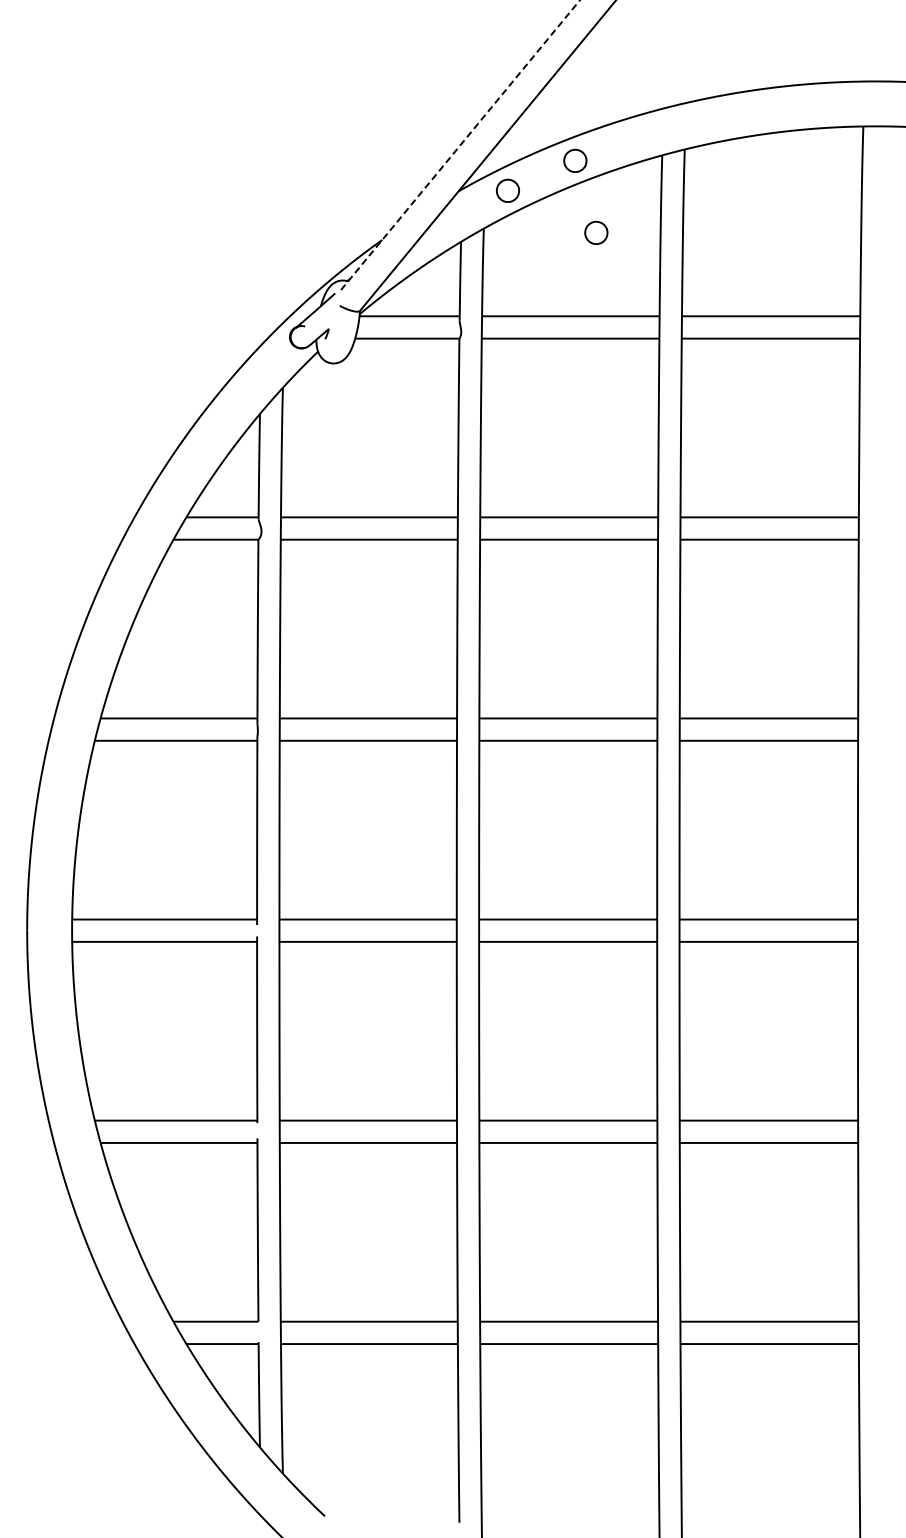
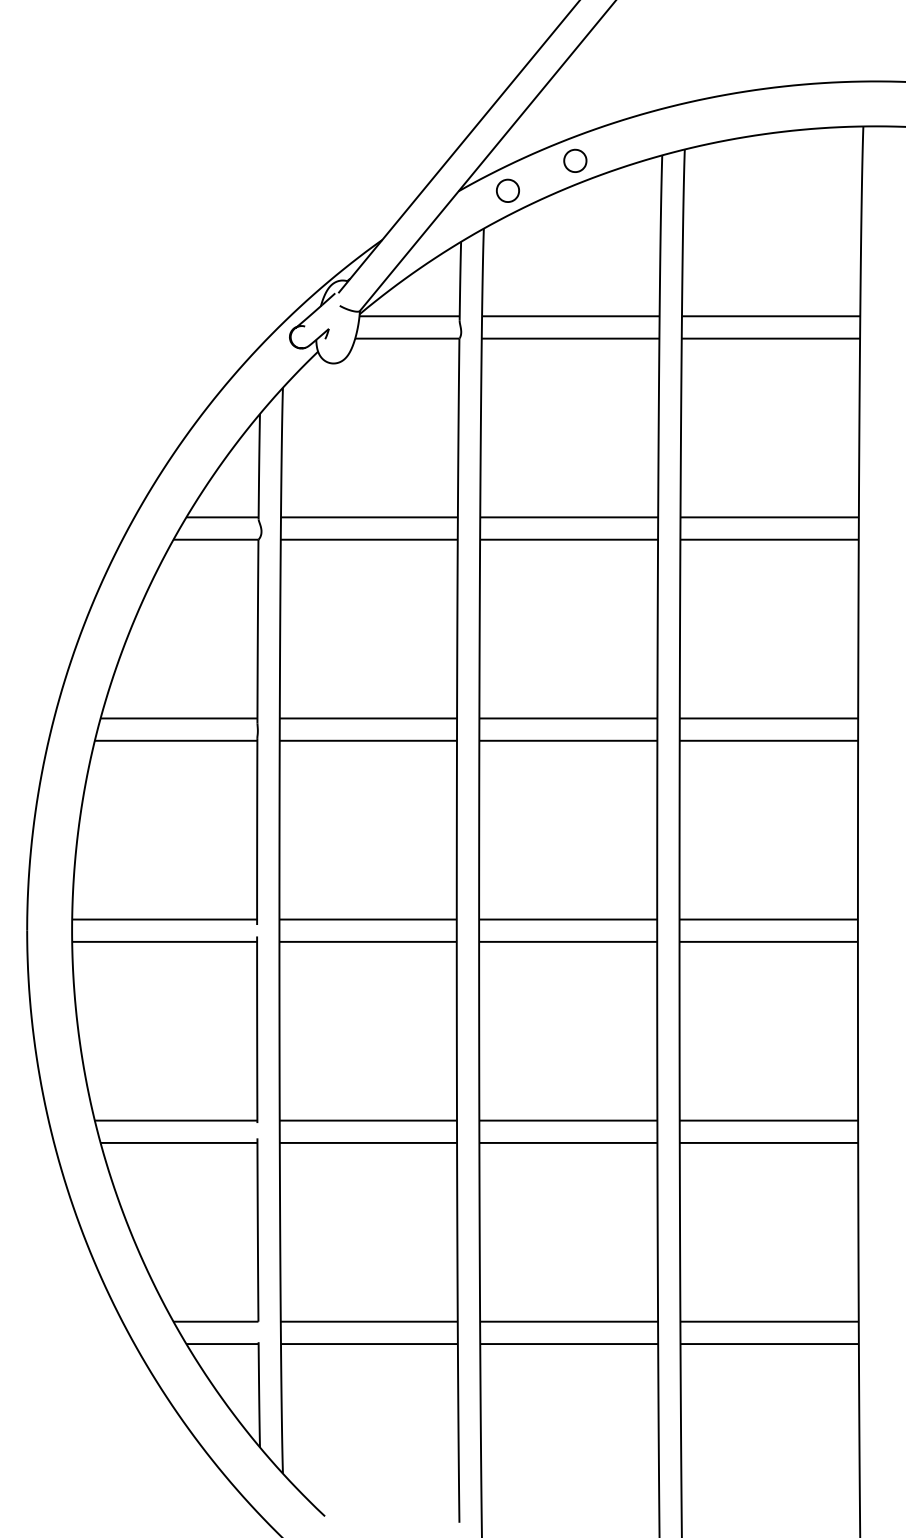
line at (459, 146): dashed -> solid
part at (596, 232): present -> none
